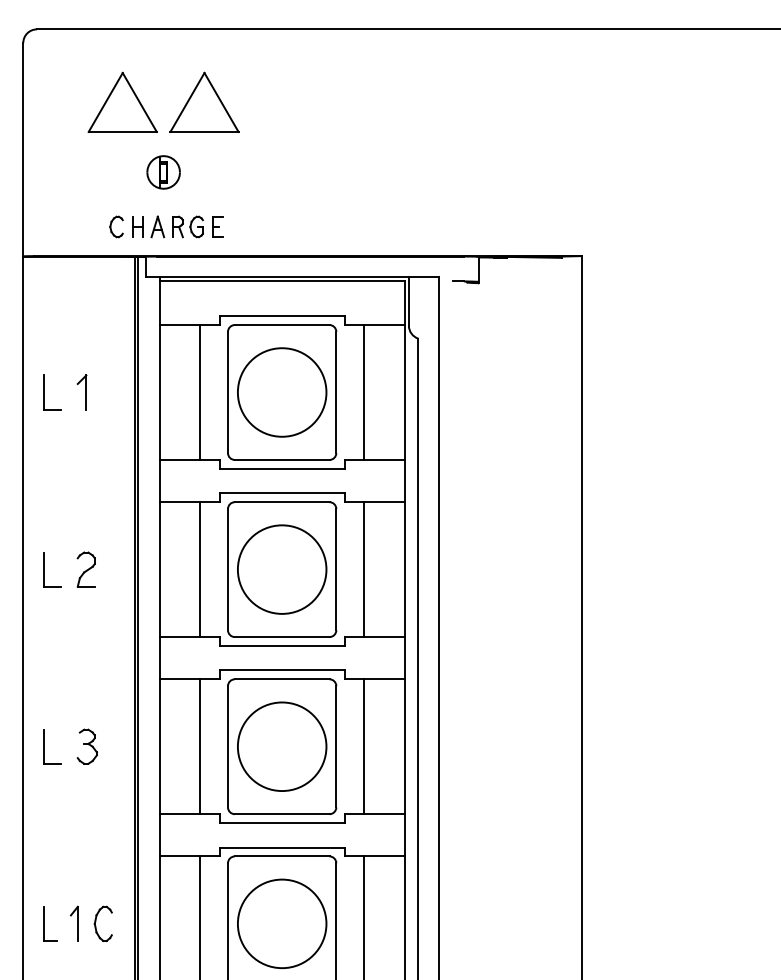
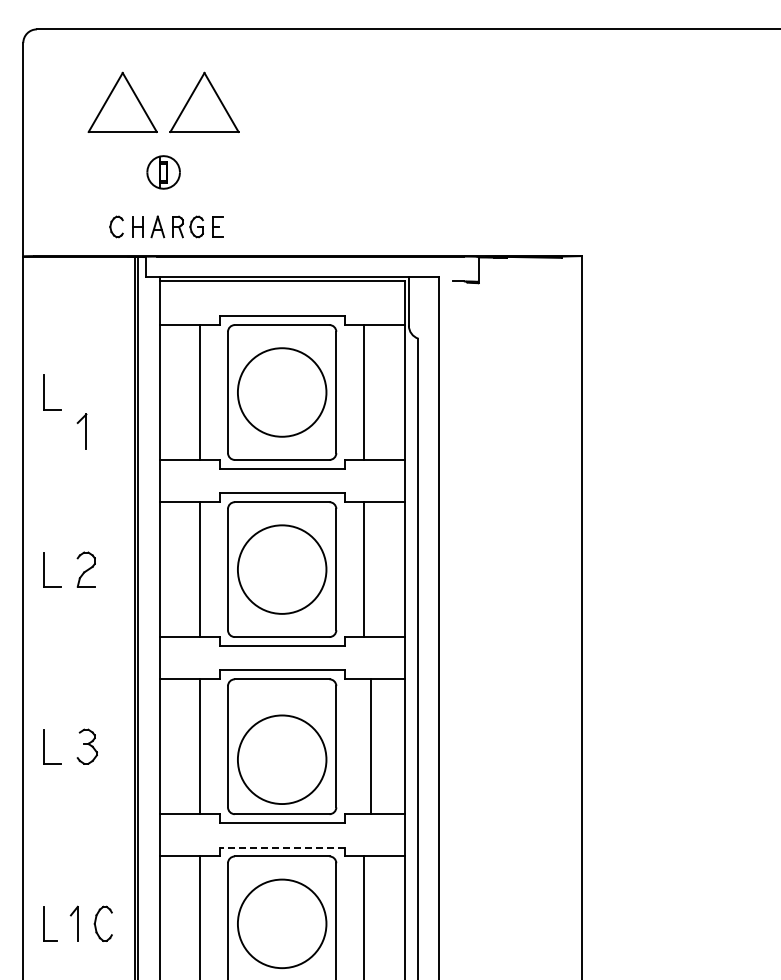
part at (81, 392) position: (81, 392) -> (81, 431)
circle at (282, 746) position: (282, 746) -> (282, 759)
line at (363, 746) position: (363, 746) -> (370, 746)
line at (282, 847): solid -> dashed
